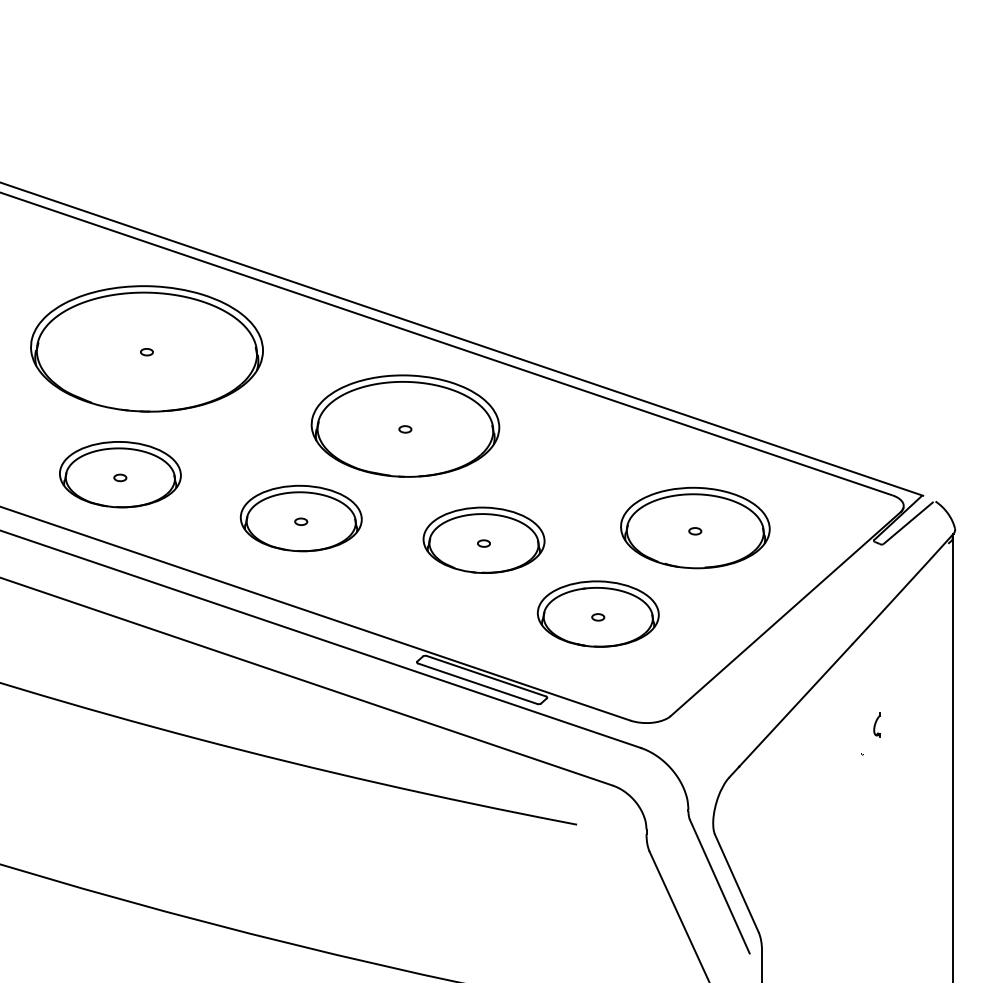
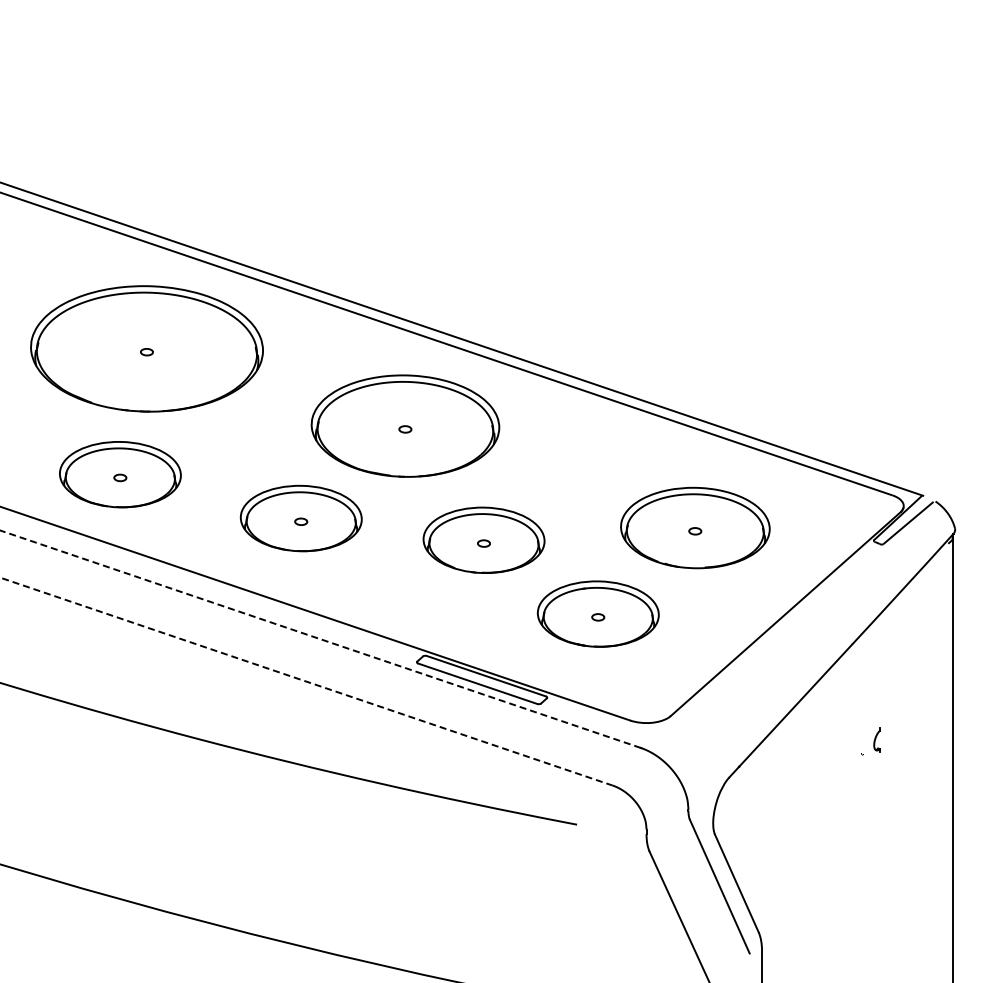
line at (320, 639): solid -> dashed
line at (306, 681): solid -> dashed
part at (876, 724) position: (876, 724) -> (876, 739)
